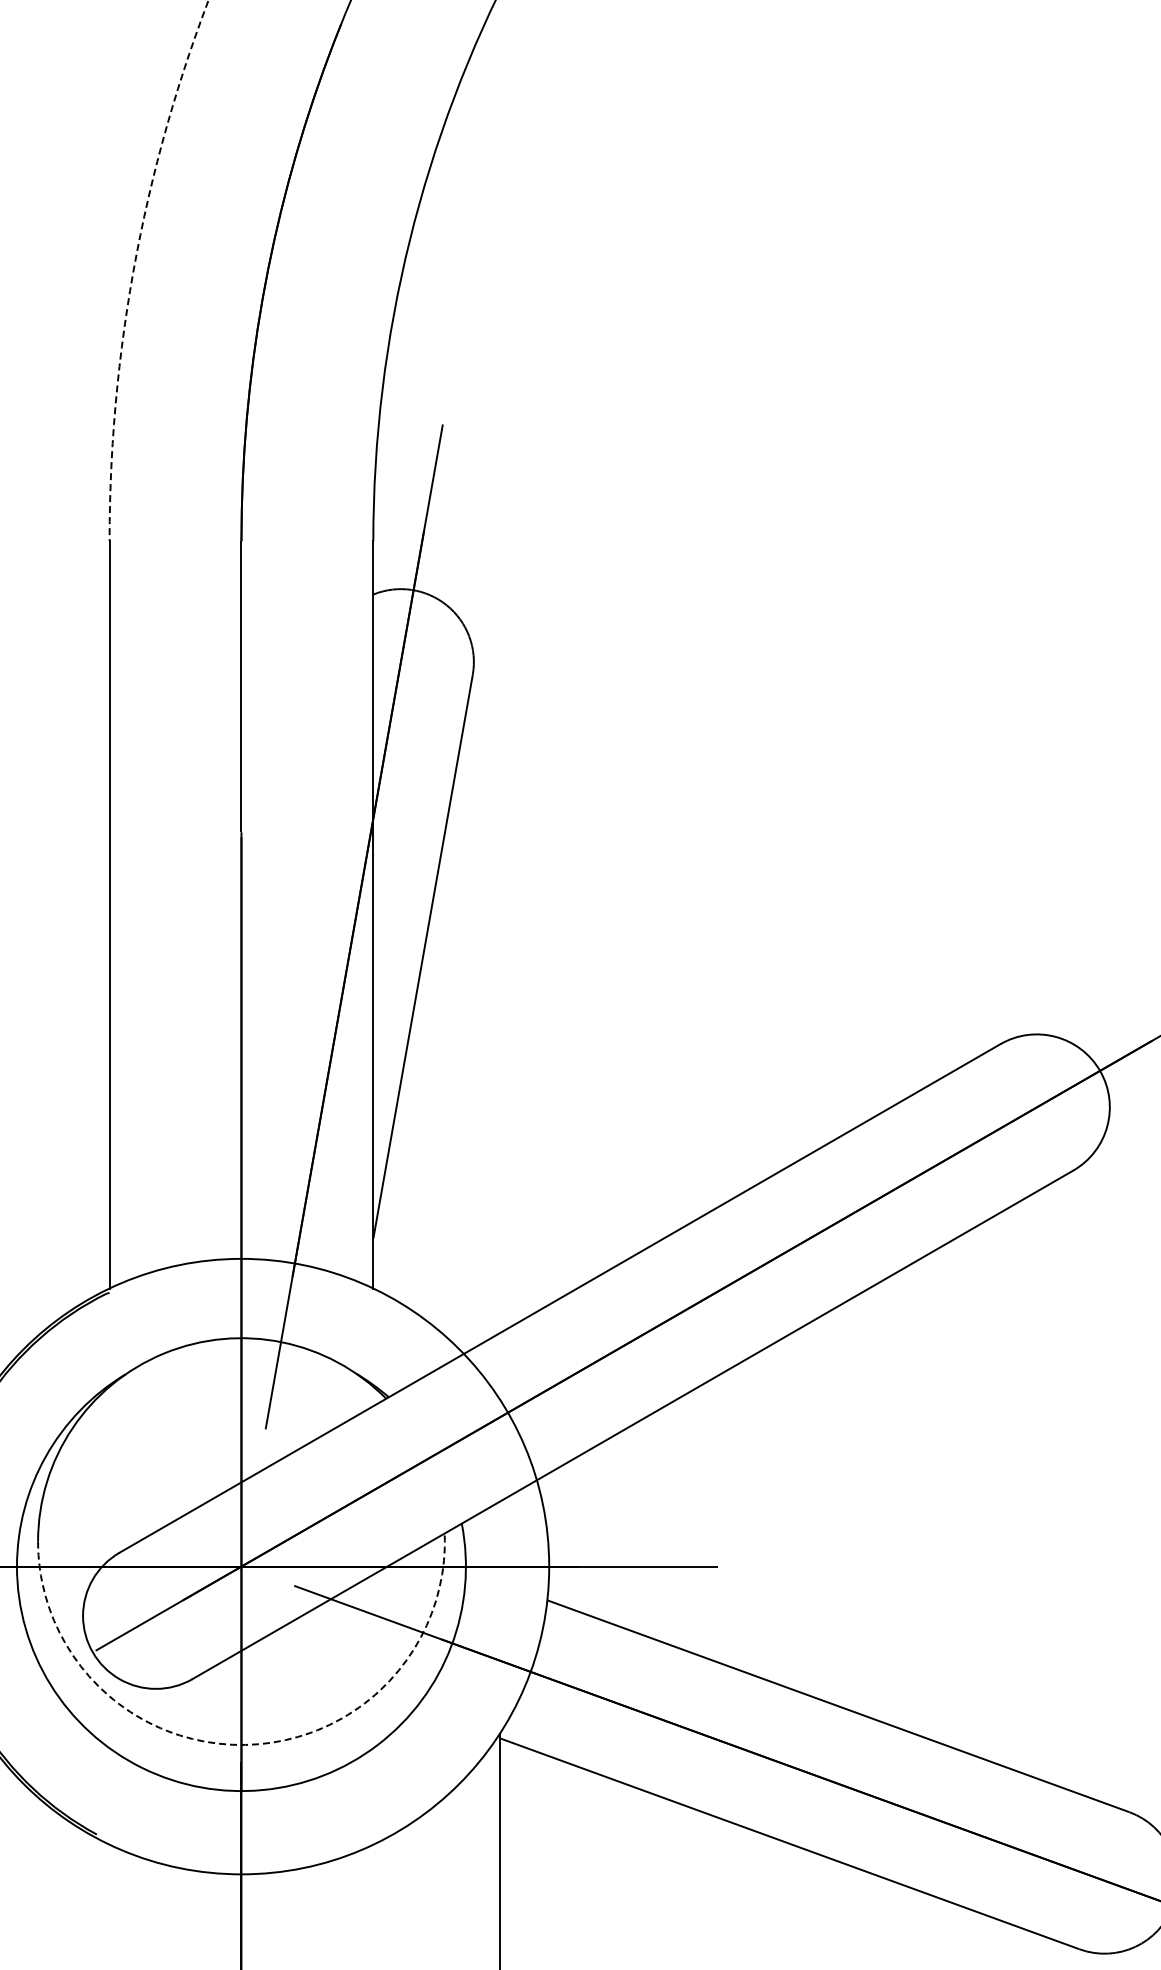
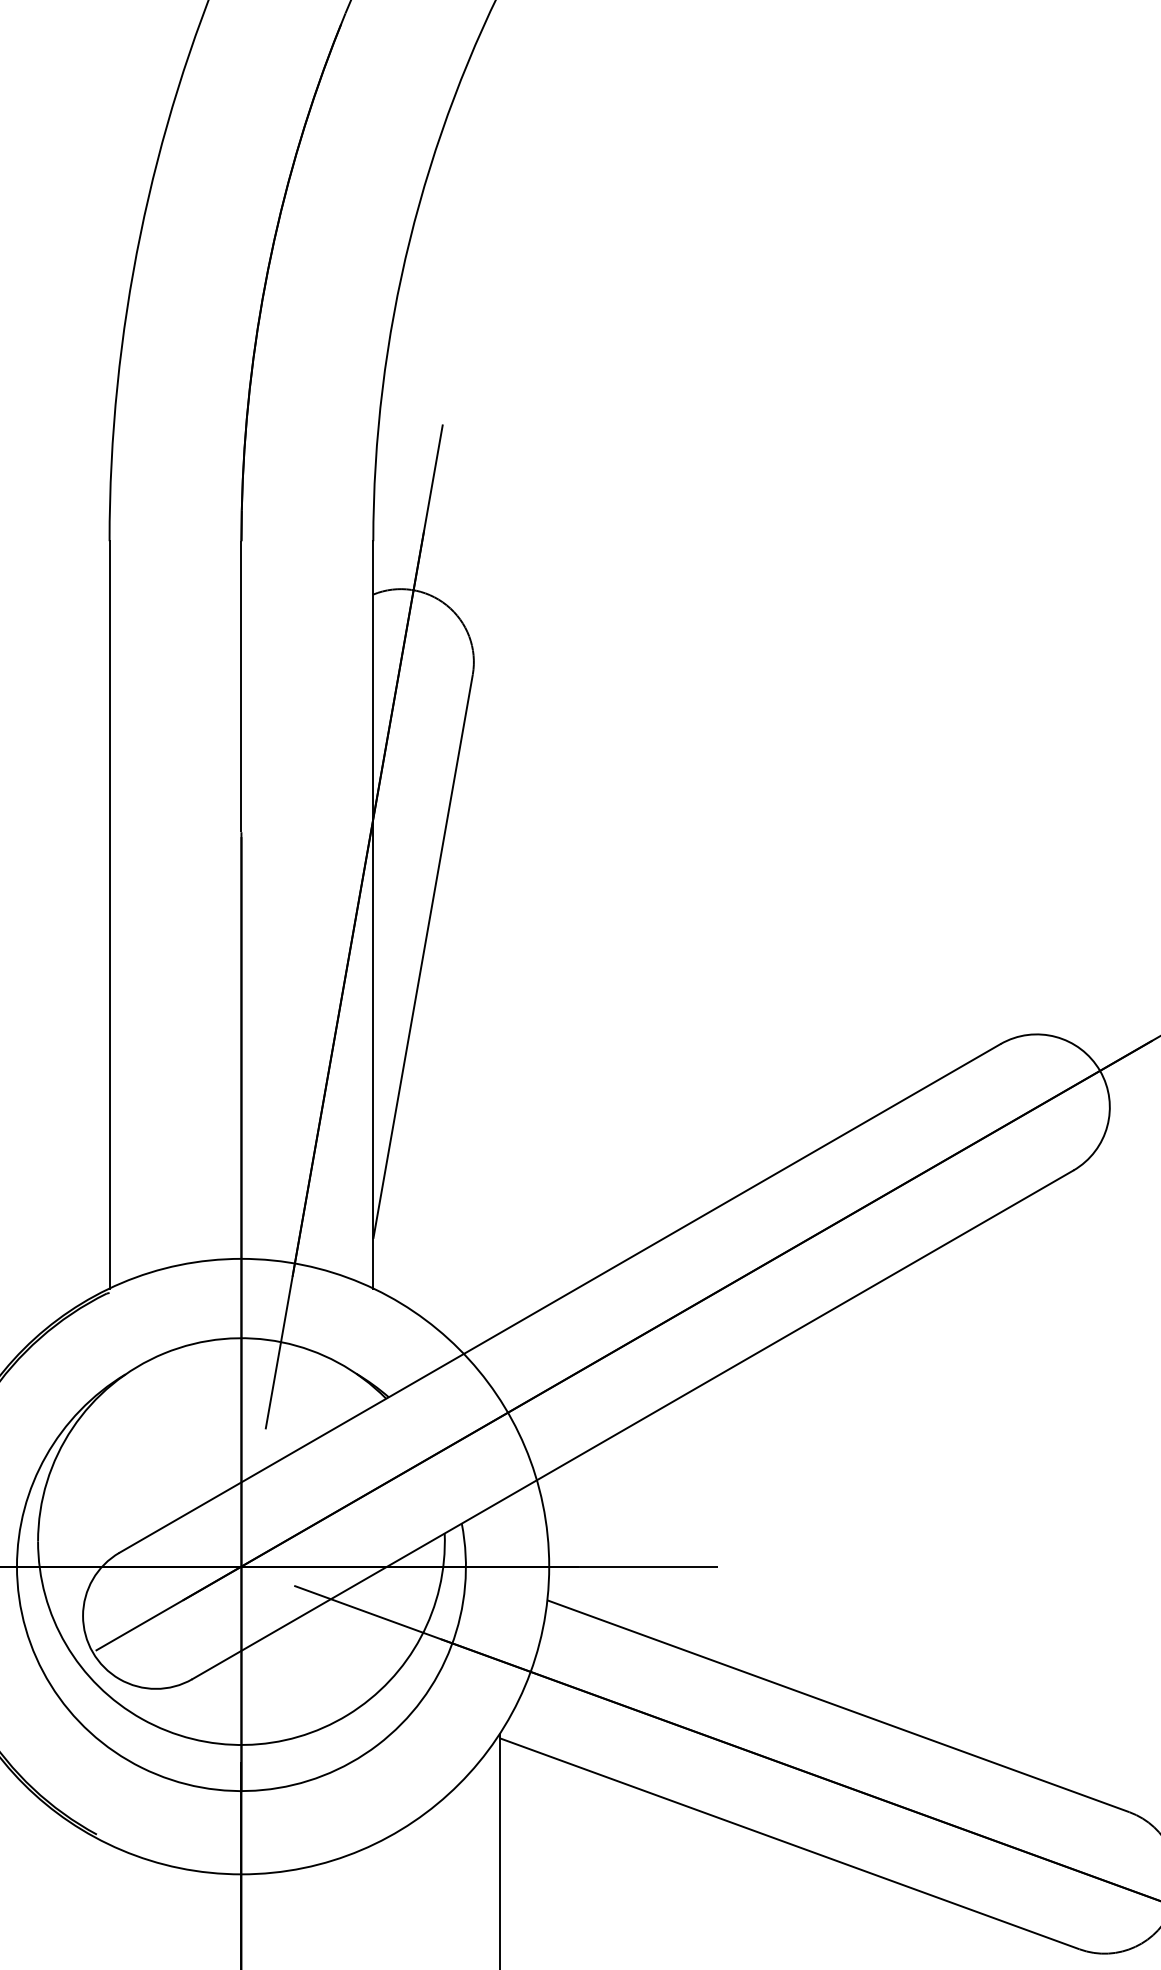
arc at (134, 267): dashed -> solid
arc at (245, 1744): dashed -> solid
